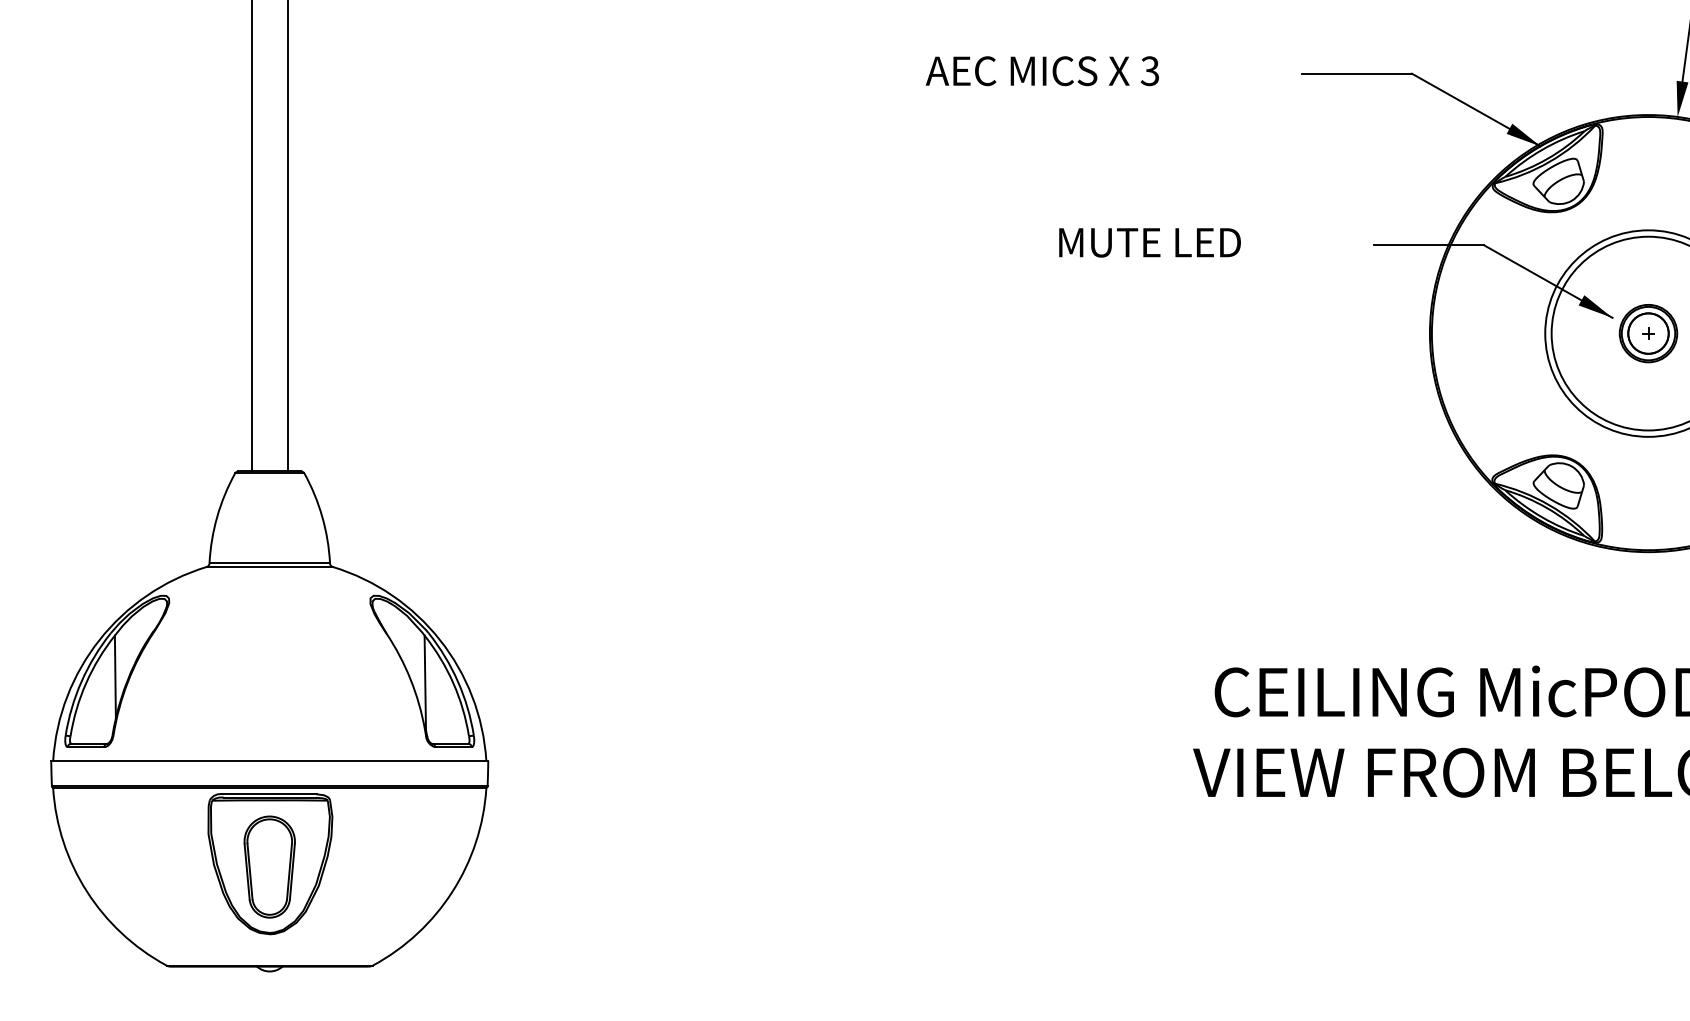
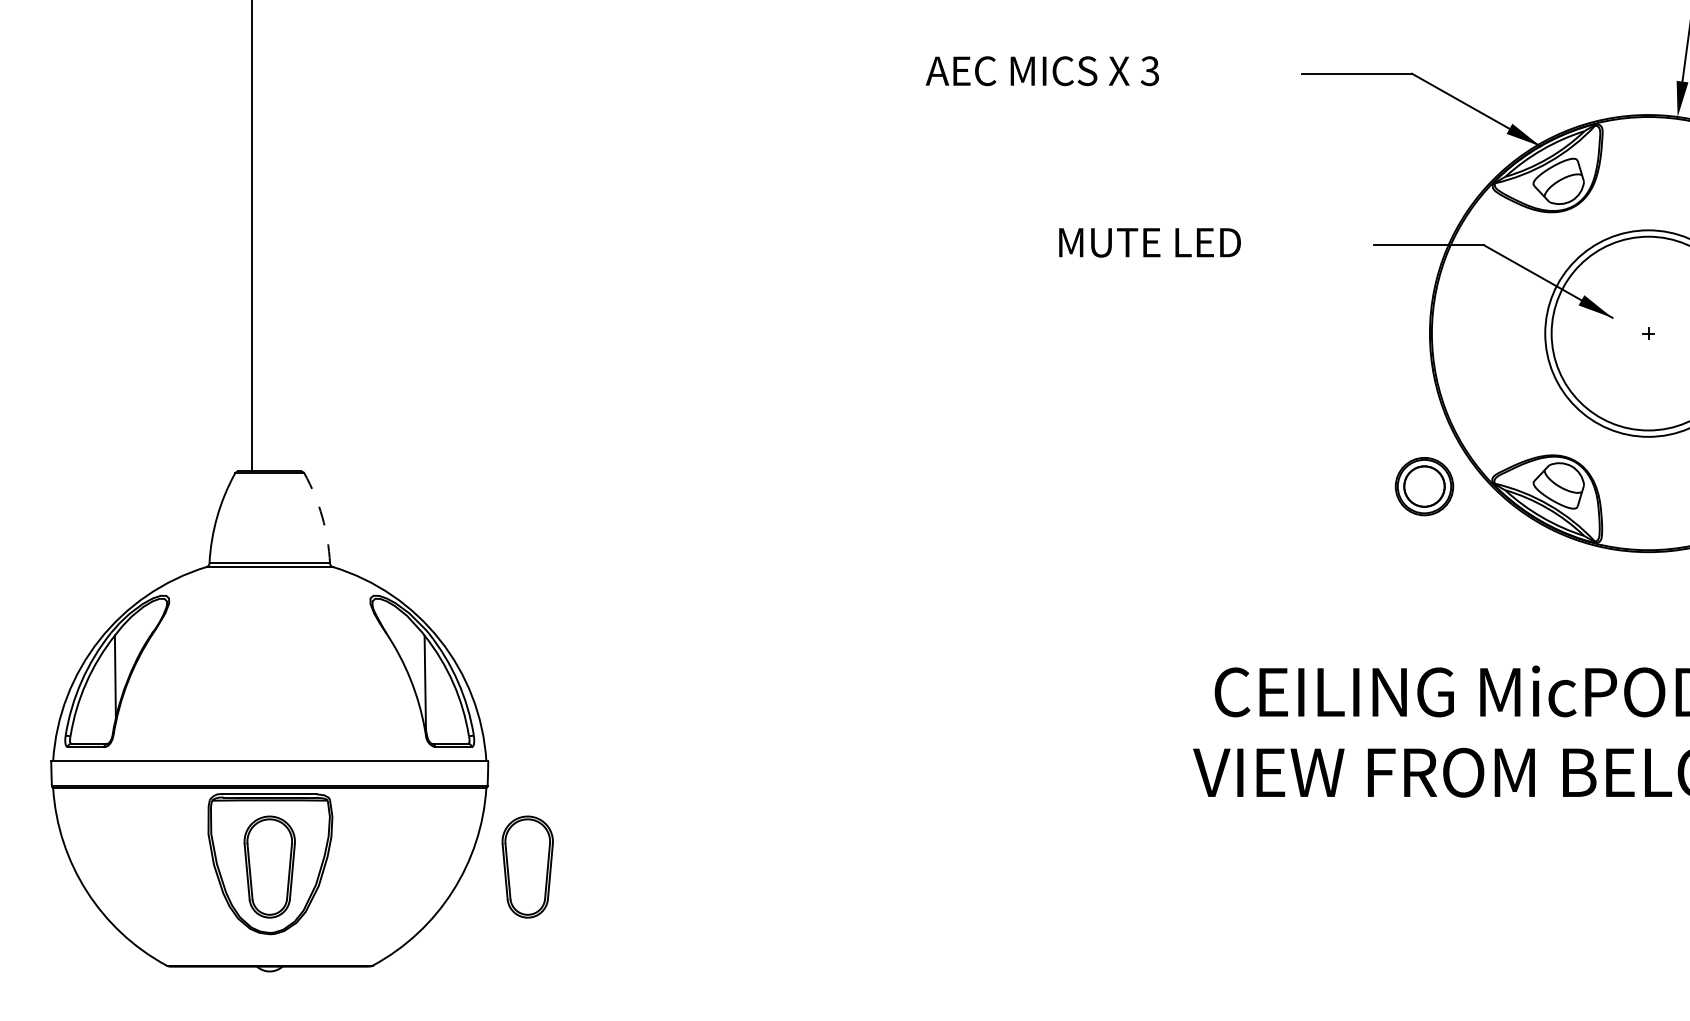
line at (287, 236): present -> none
part at (1648, 333) position: (1648, 333) -> (1424, 486)
arc at (322, 517): solid -> dashed
part at (527, 866): none -> present
